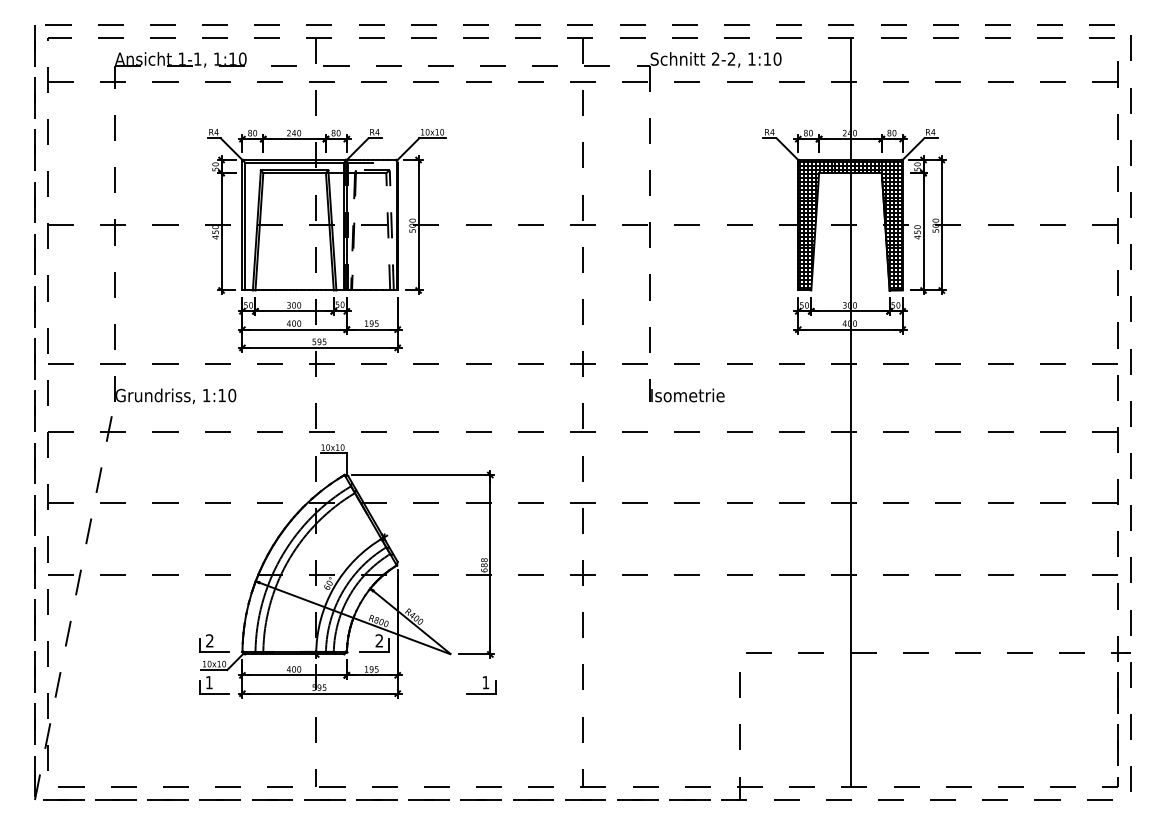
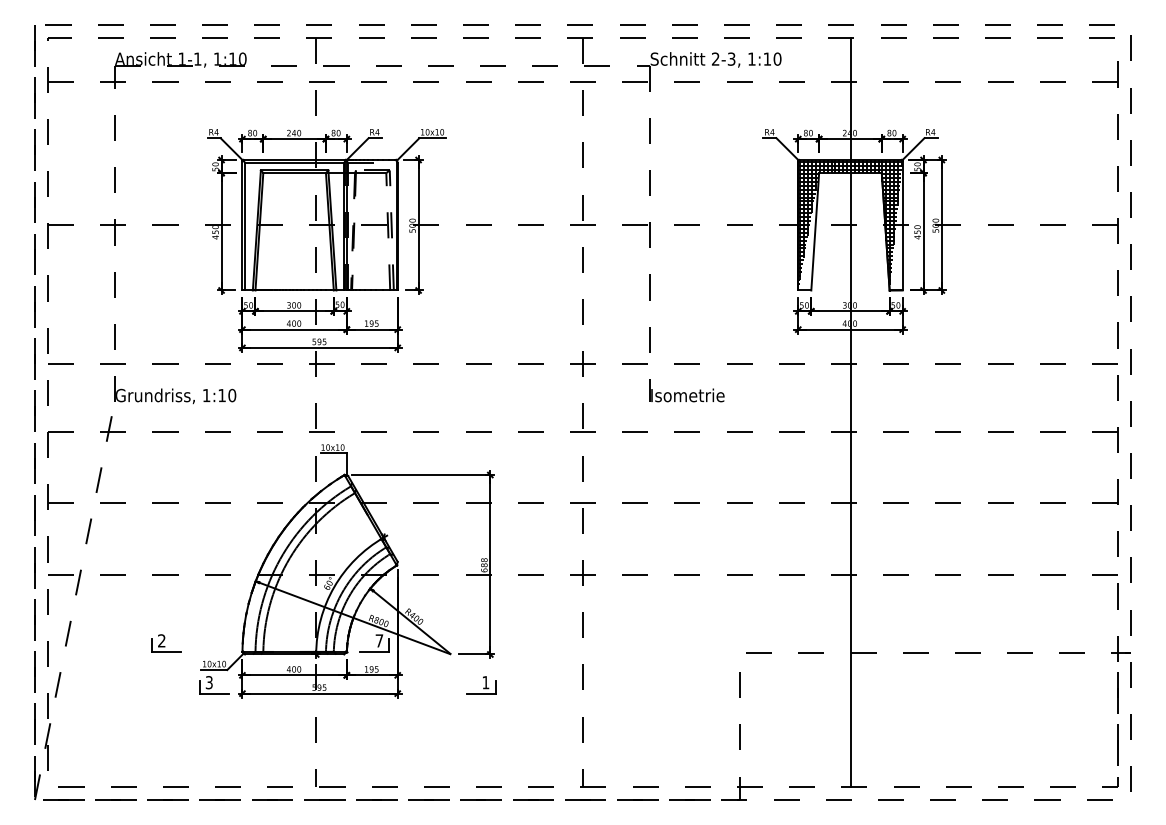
text at (731, 59): 2-2, -> 2-3,
hatch at (895, 226): present -> none
hatch at (808, 232): present -> none
text at (379, 640): 2 -> 7
part at (214, 643) position: (214, 643) -> (166, 643)
text at (208, 682): 1 -> 3
